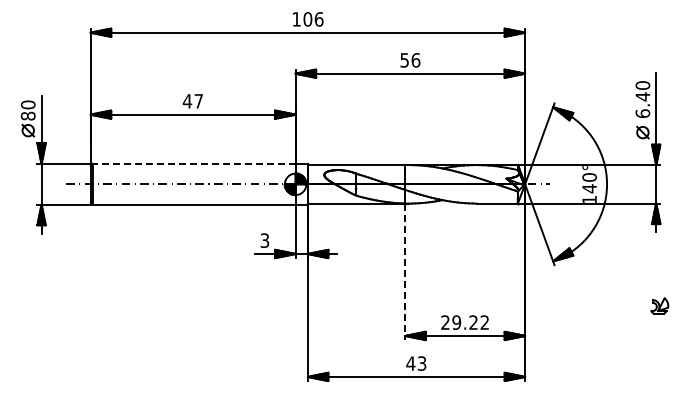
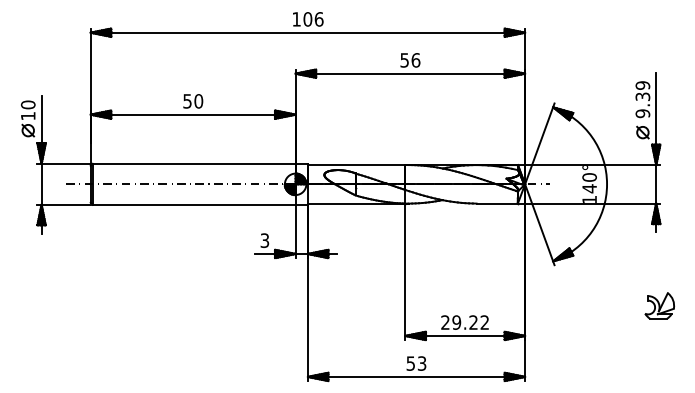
text at (642, 99): 6.40 -> 9.39
text at (192, 101): 47 -> 50
text at (27, 115): 80 -> 10
line at (193, 163): dashed -> solid
line at (405, 272): dashed -> solid
part at (659, 305) size: 20x18 px -> 31x28 px
text at (410, 363): 43 -> 53
